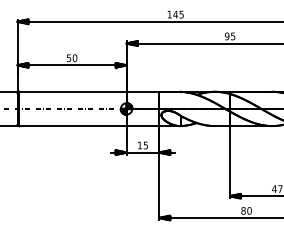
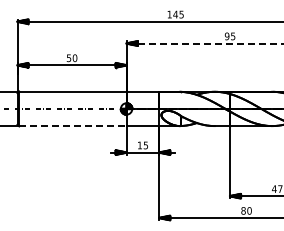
line at (205, 43): solid -> dashed
line at (72, 126): solid -> dashed
